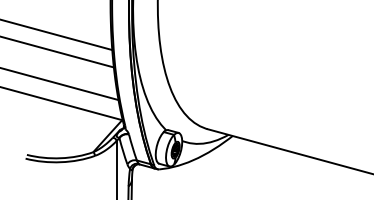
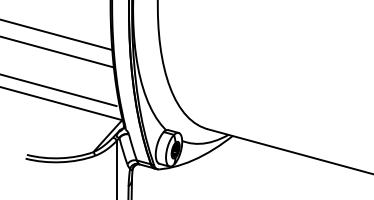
line at (60, 84) position: (60, 84) -> (59, 90)
